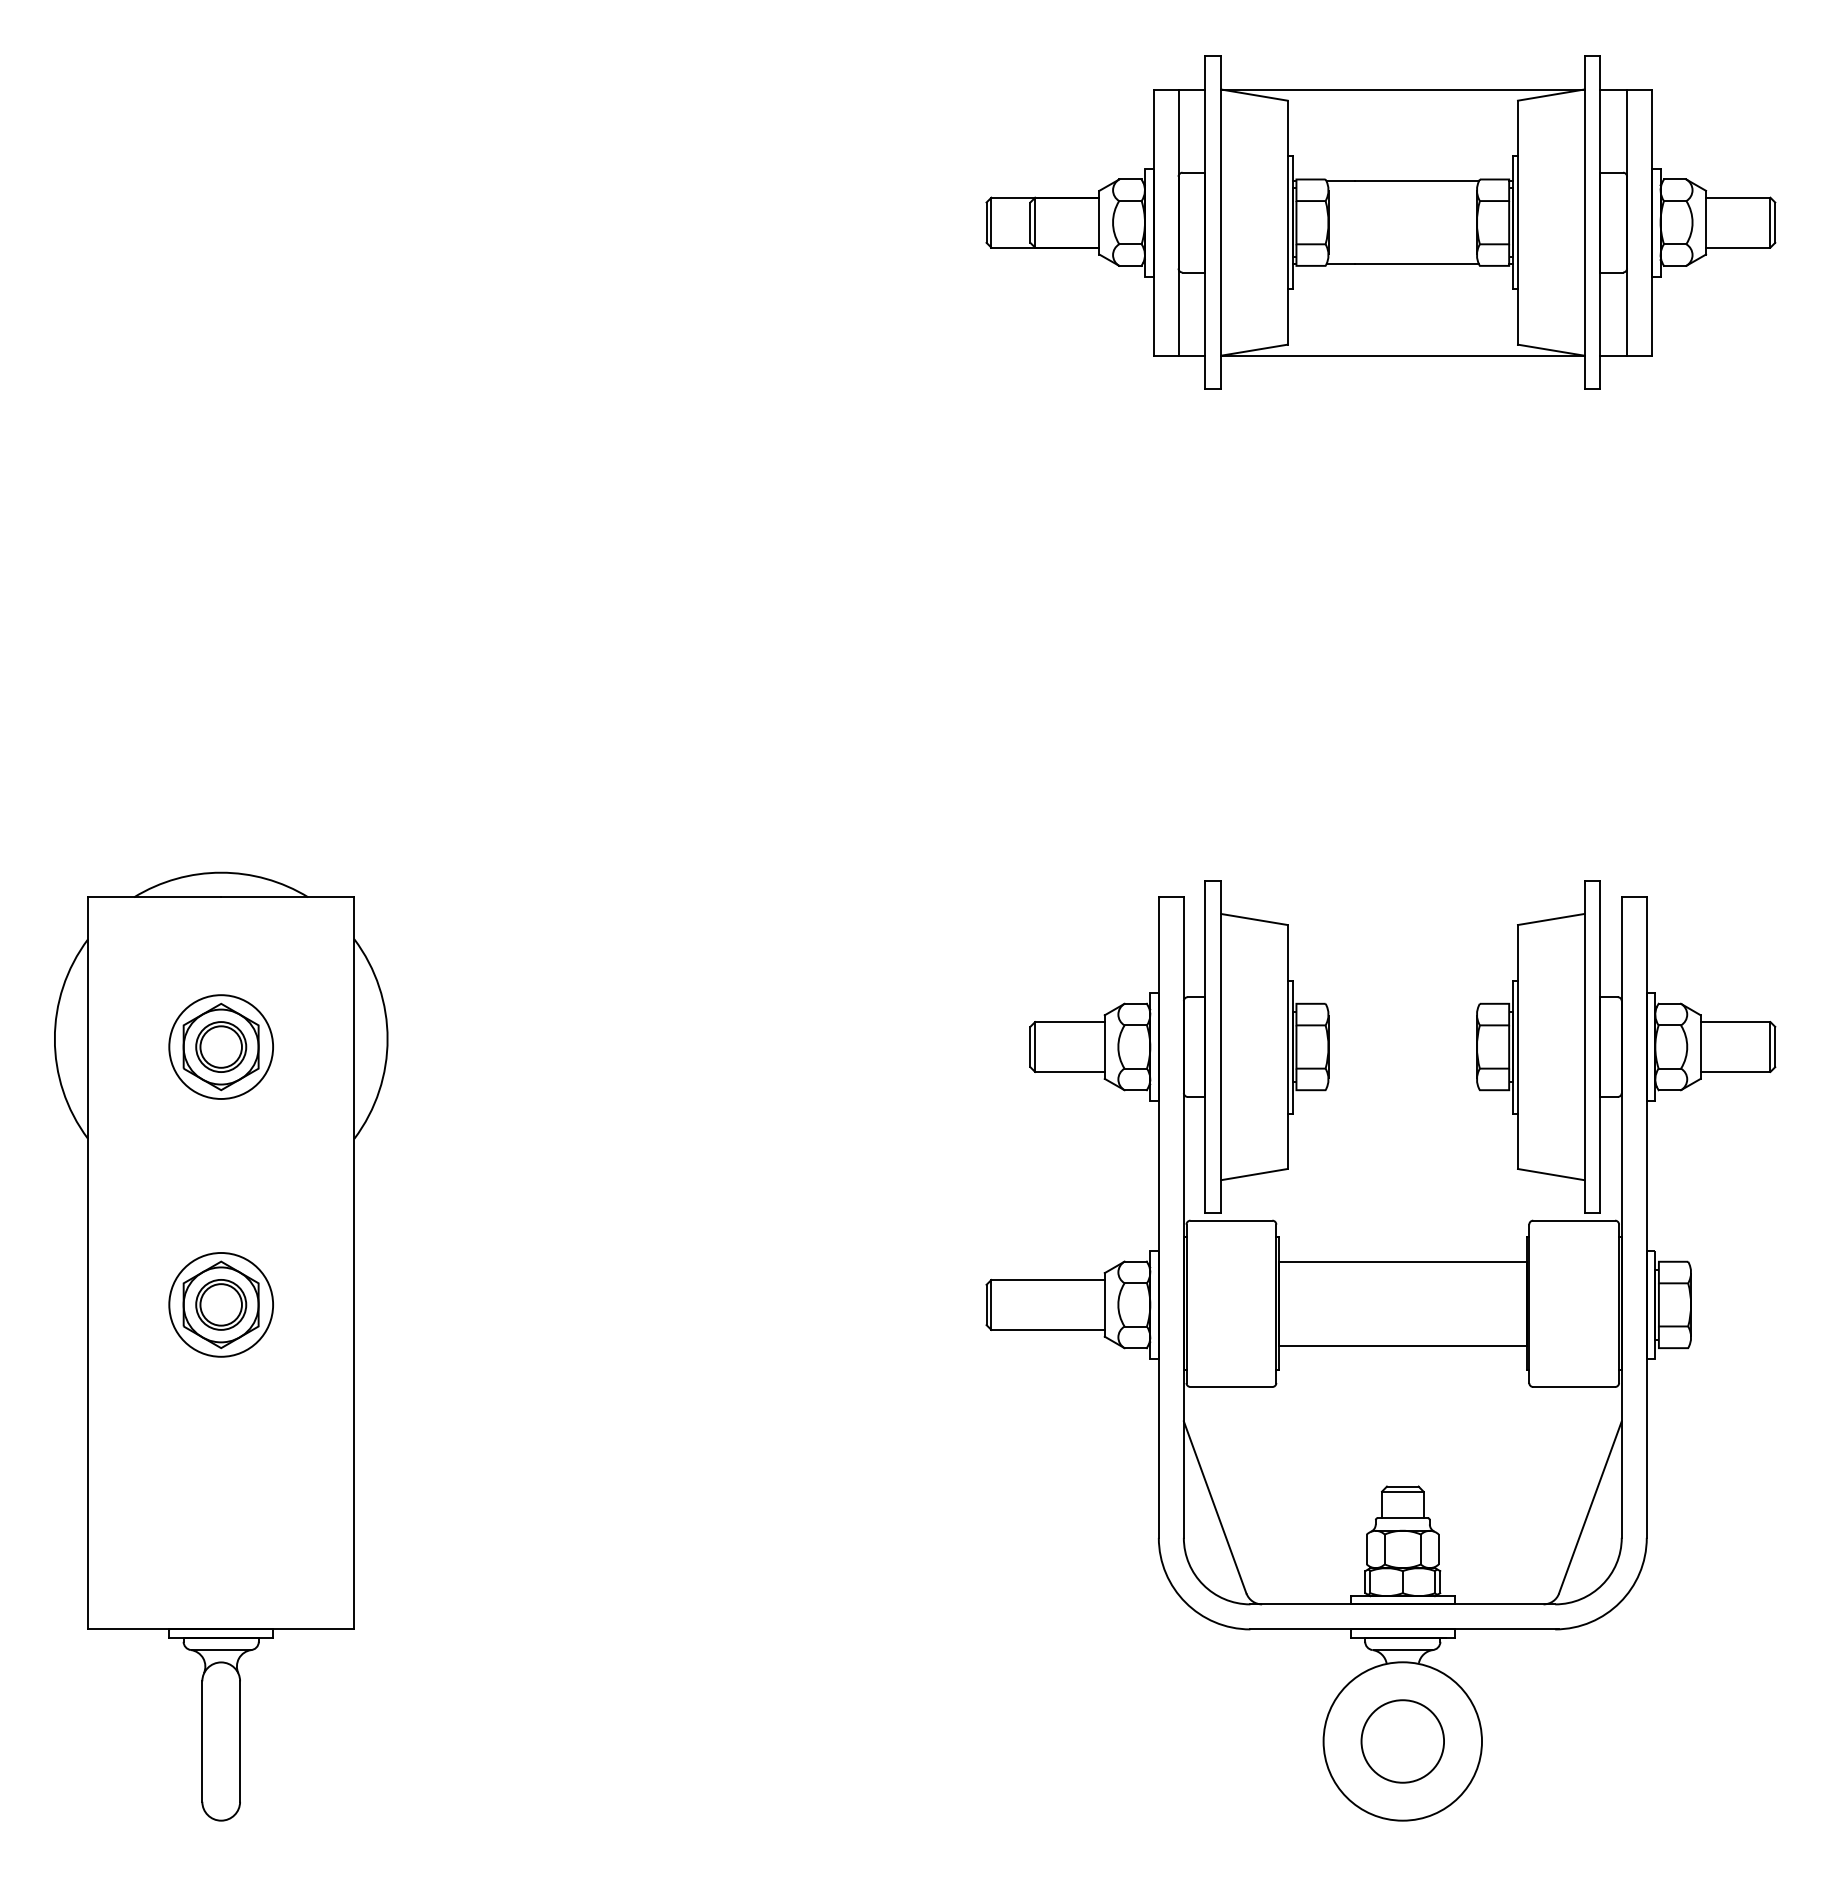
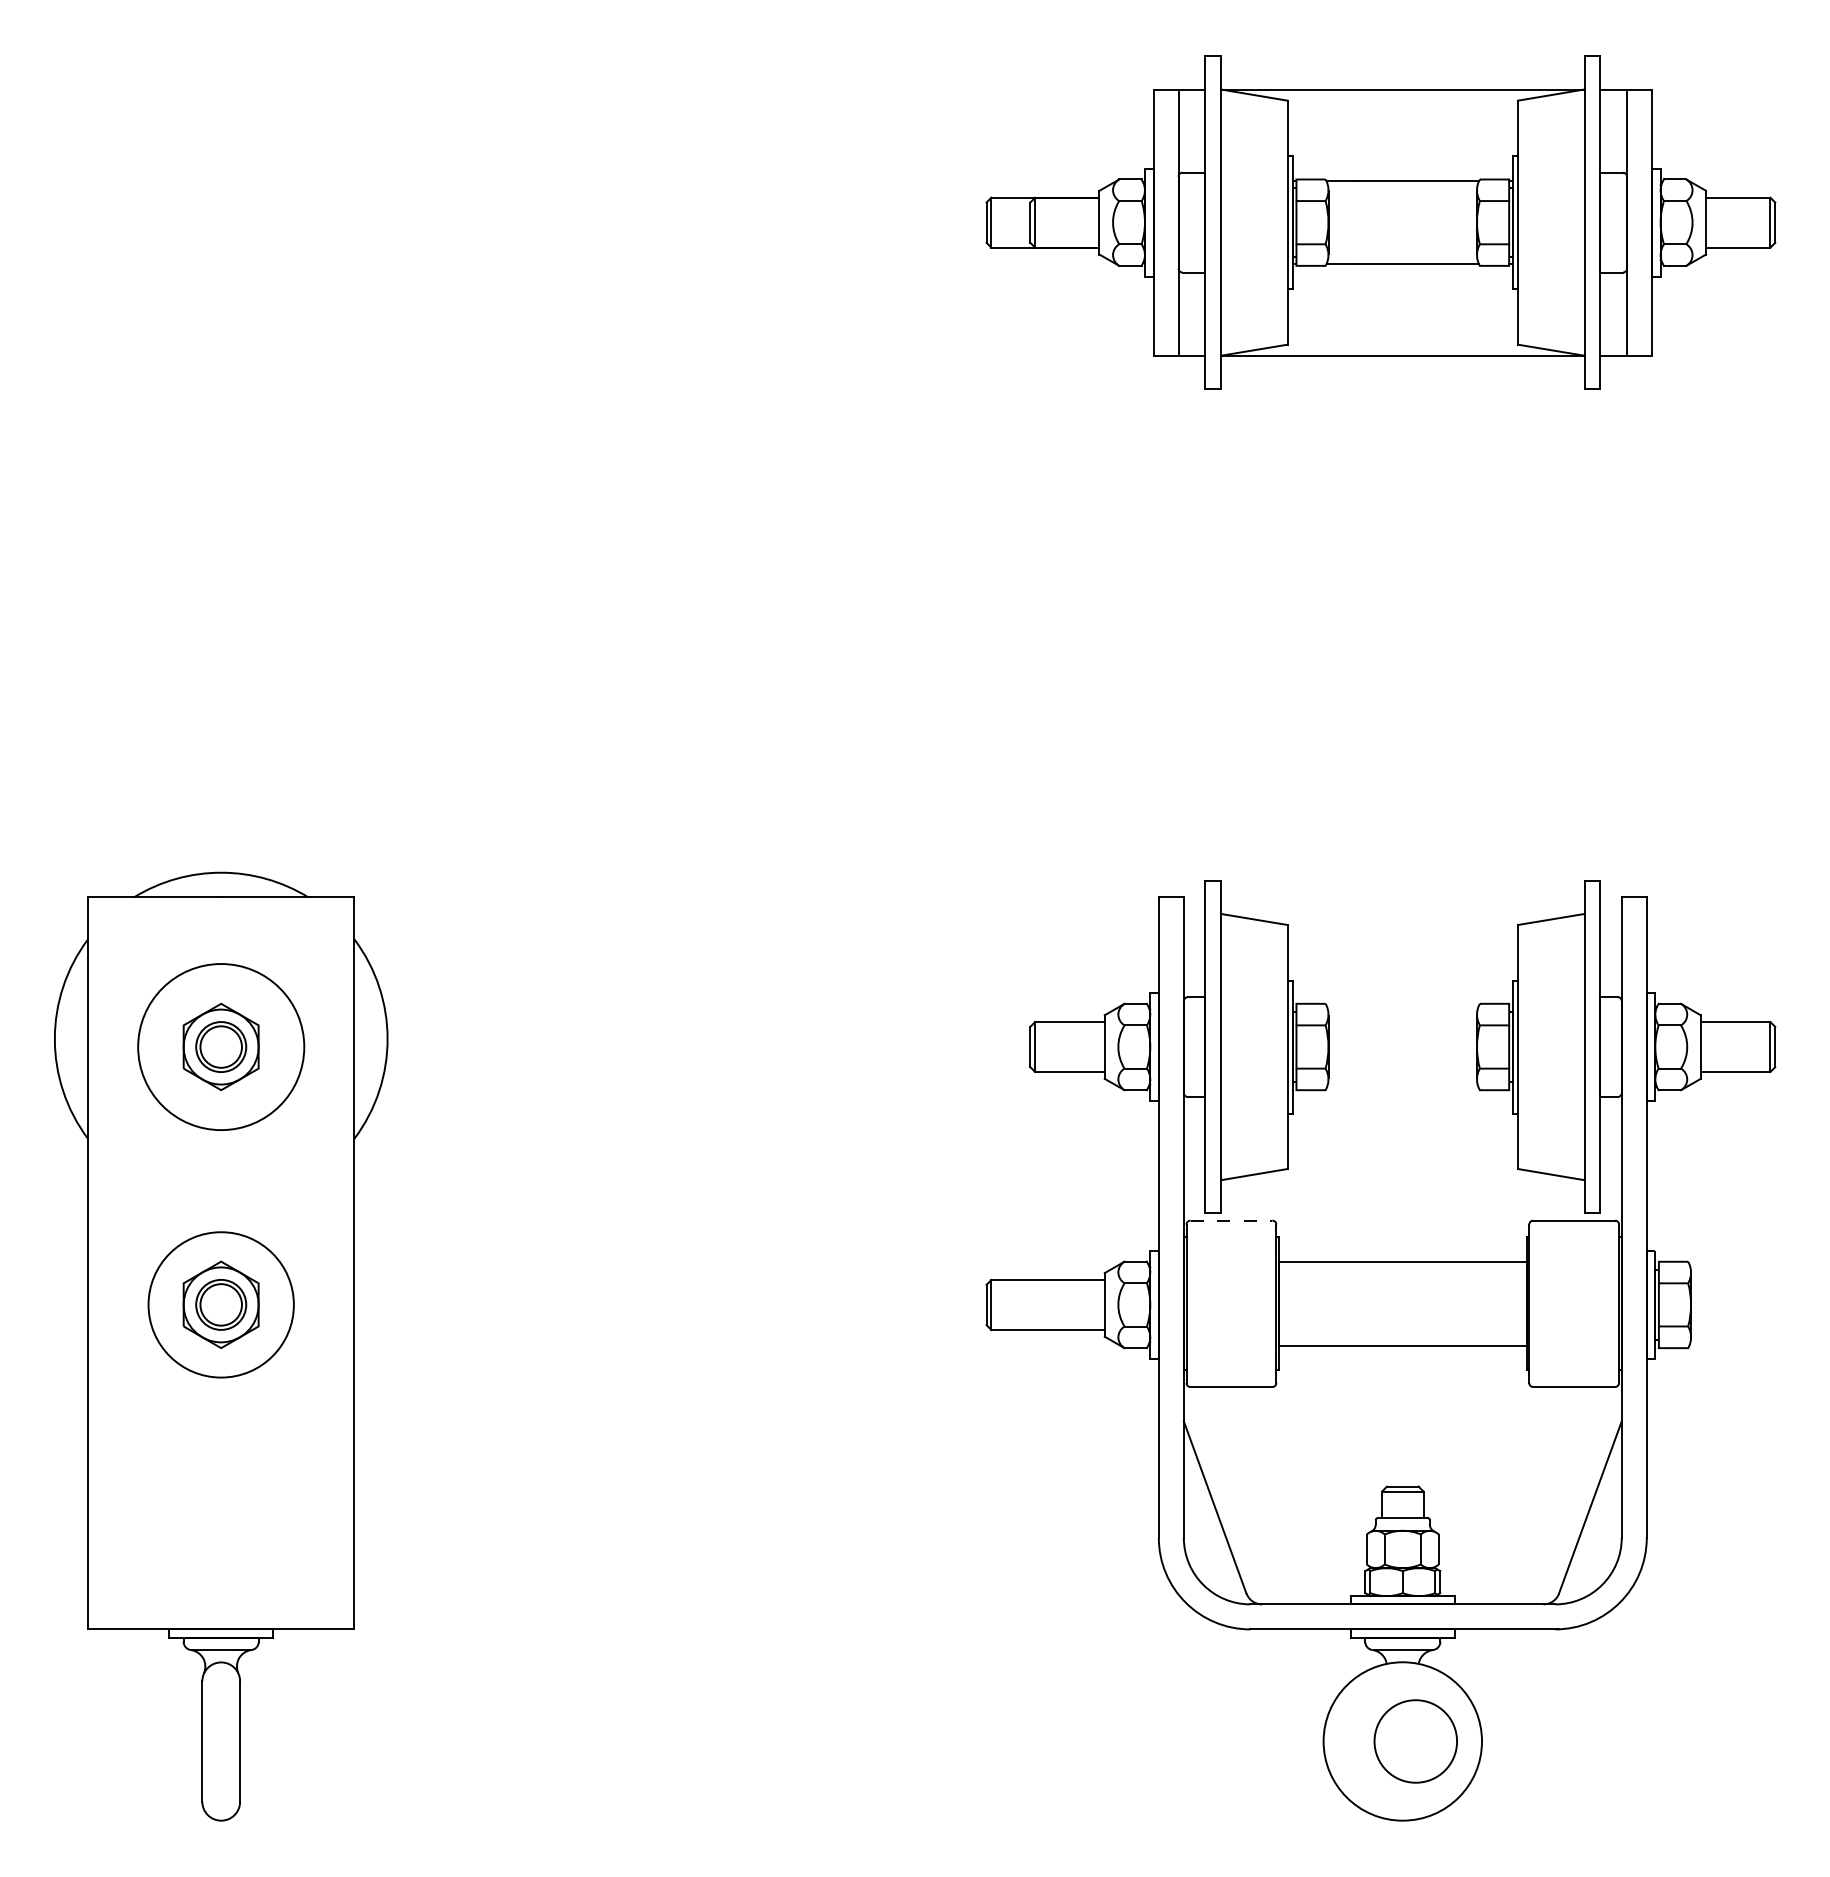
circle at (221, 1046) diameter: 104 px -> 166 px
line at (1231, 1220): solid -> dashed
circle at (221, 1304) diameter: 104 px -> 145 px
circle at (1402, 1741) position: (1402, 1741) -> (1415, 1741)
